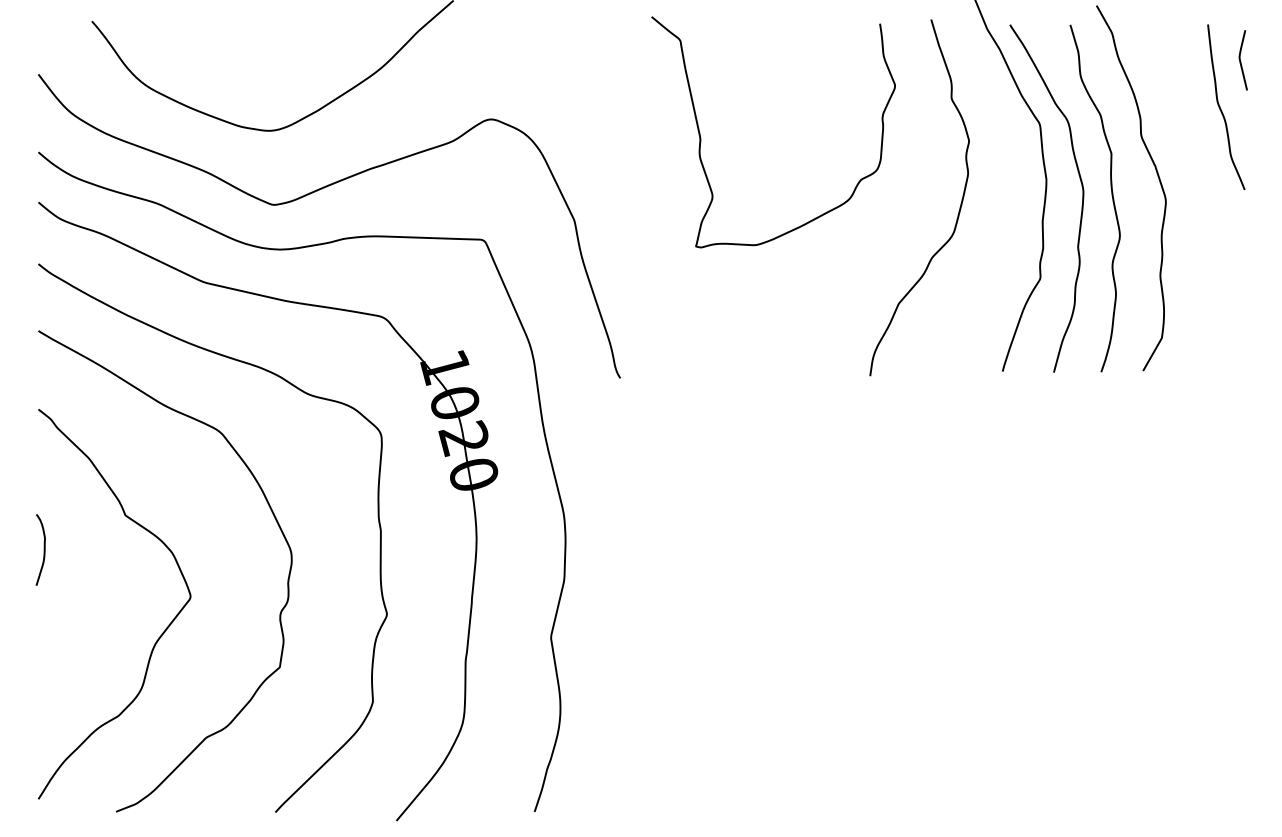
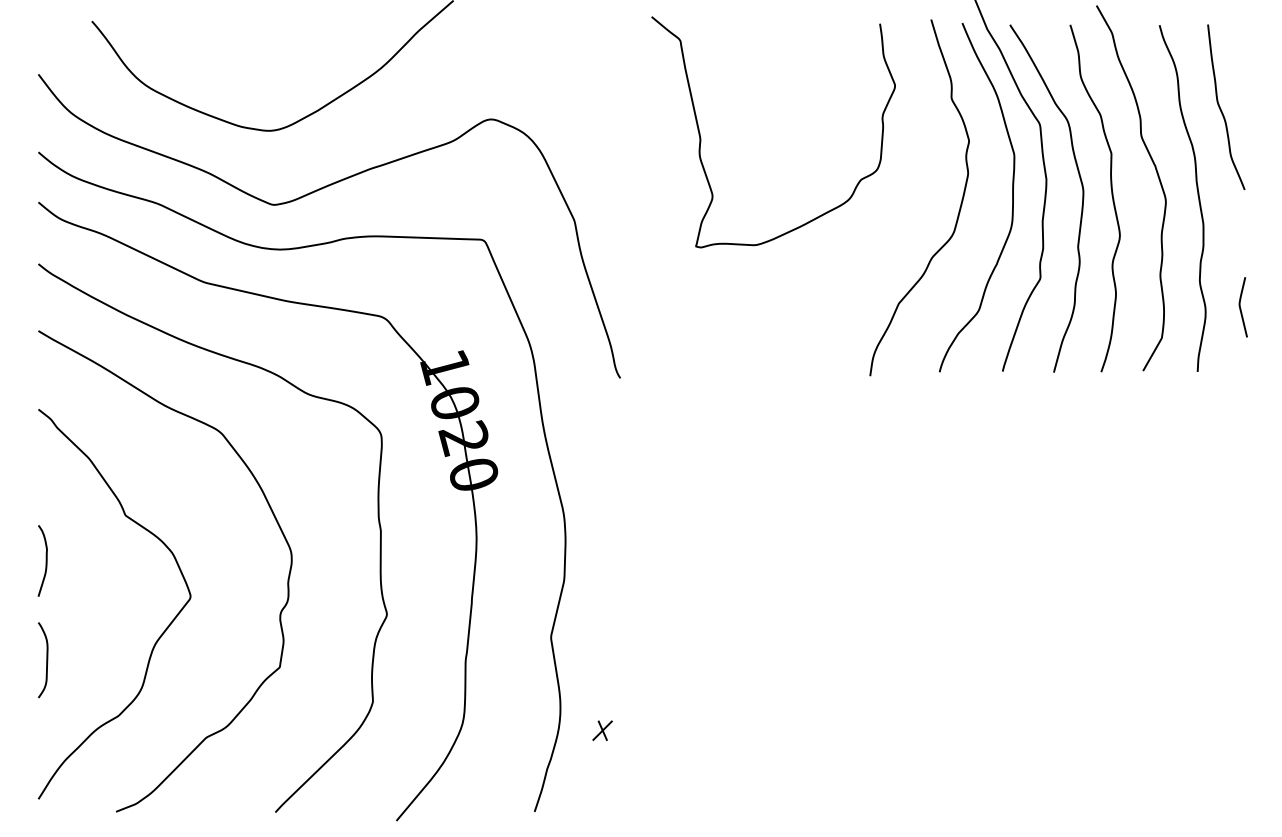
curve at (1241, 61) position: (1241, 61) -> (1241, 308)
curve at (1197, 195): none -> present
curve at (1012, 197): none -> present
curve at (43, 549) position: (43, 549) -> (45, 560)
curve at (46, 660): none -> present
part at (602, 730): none -> present
